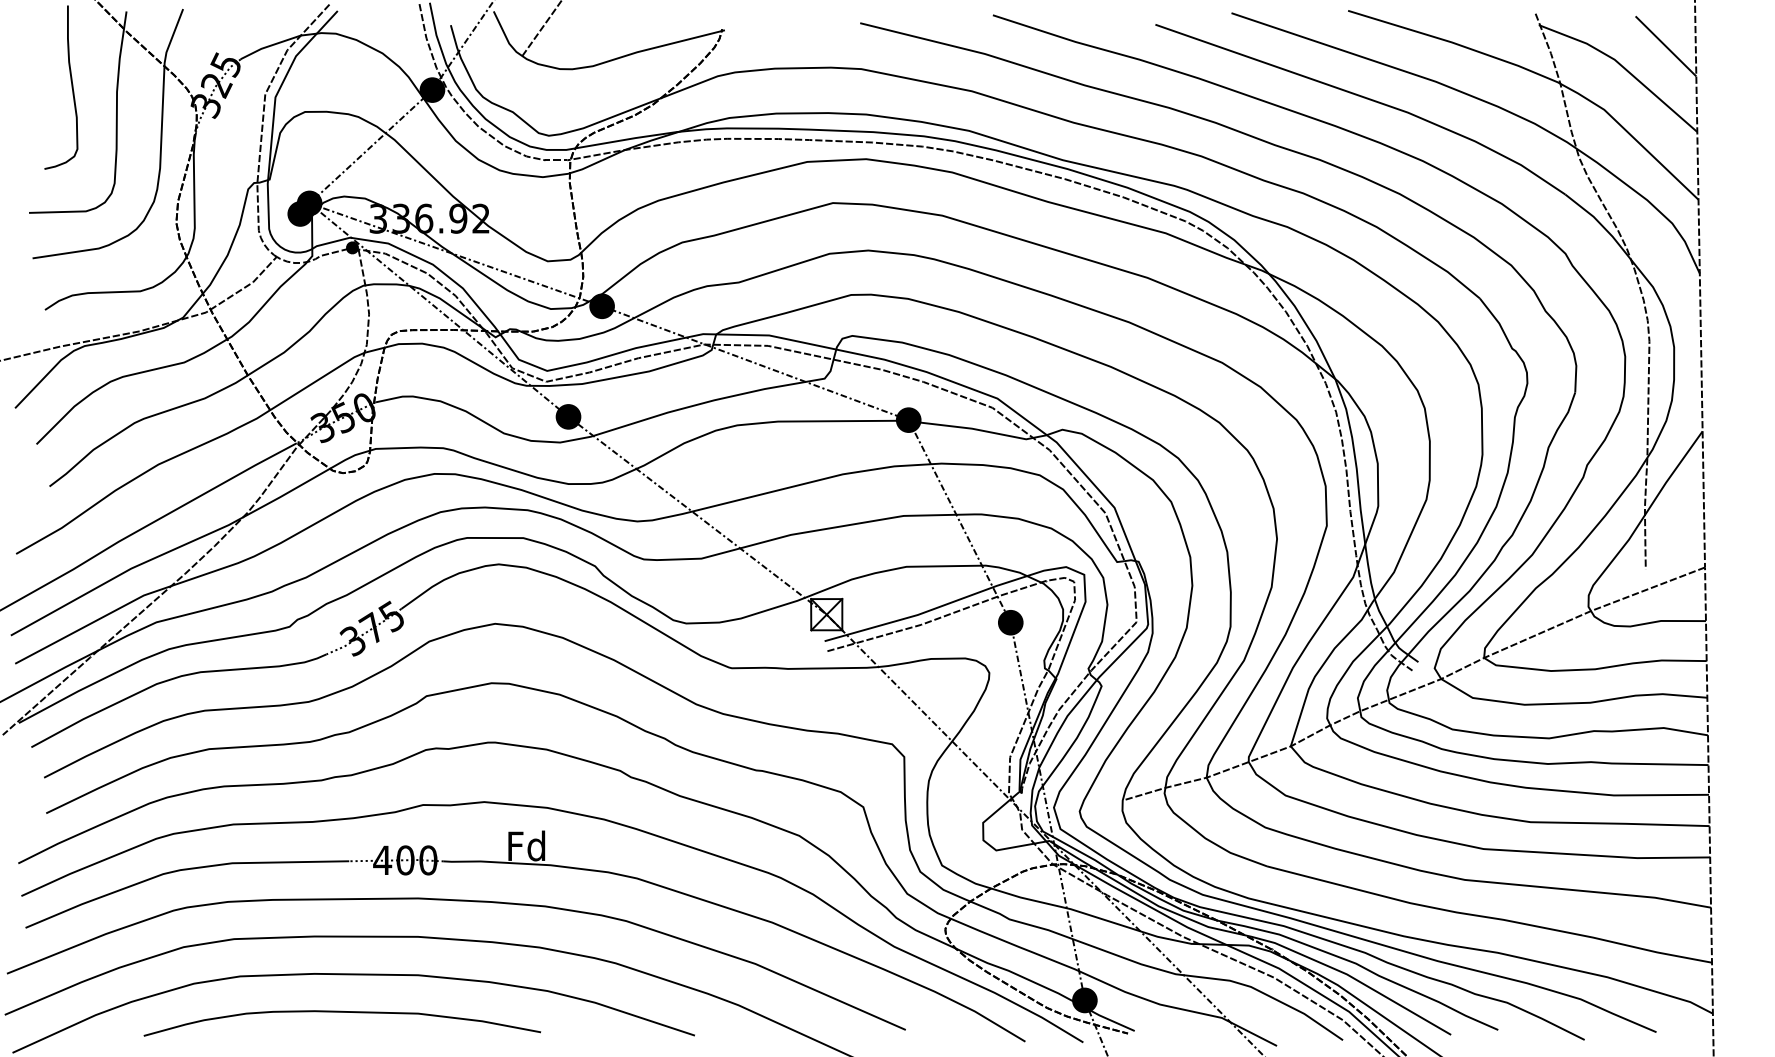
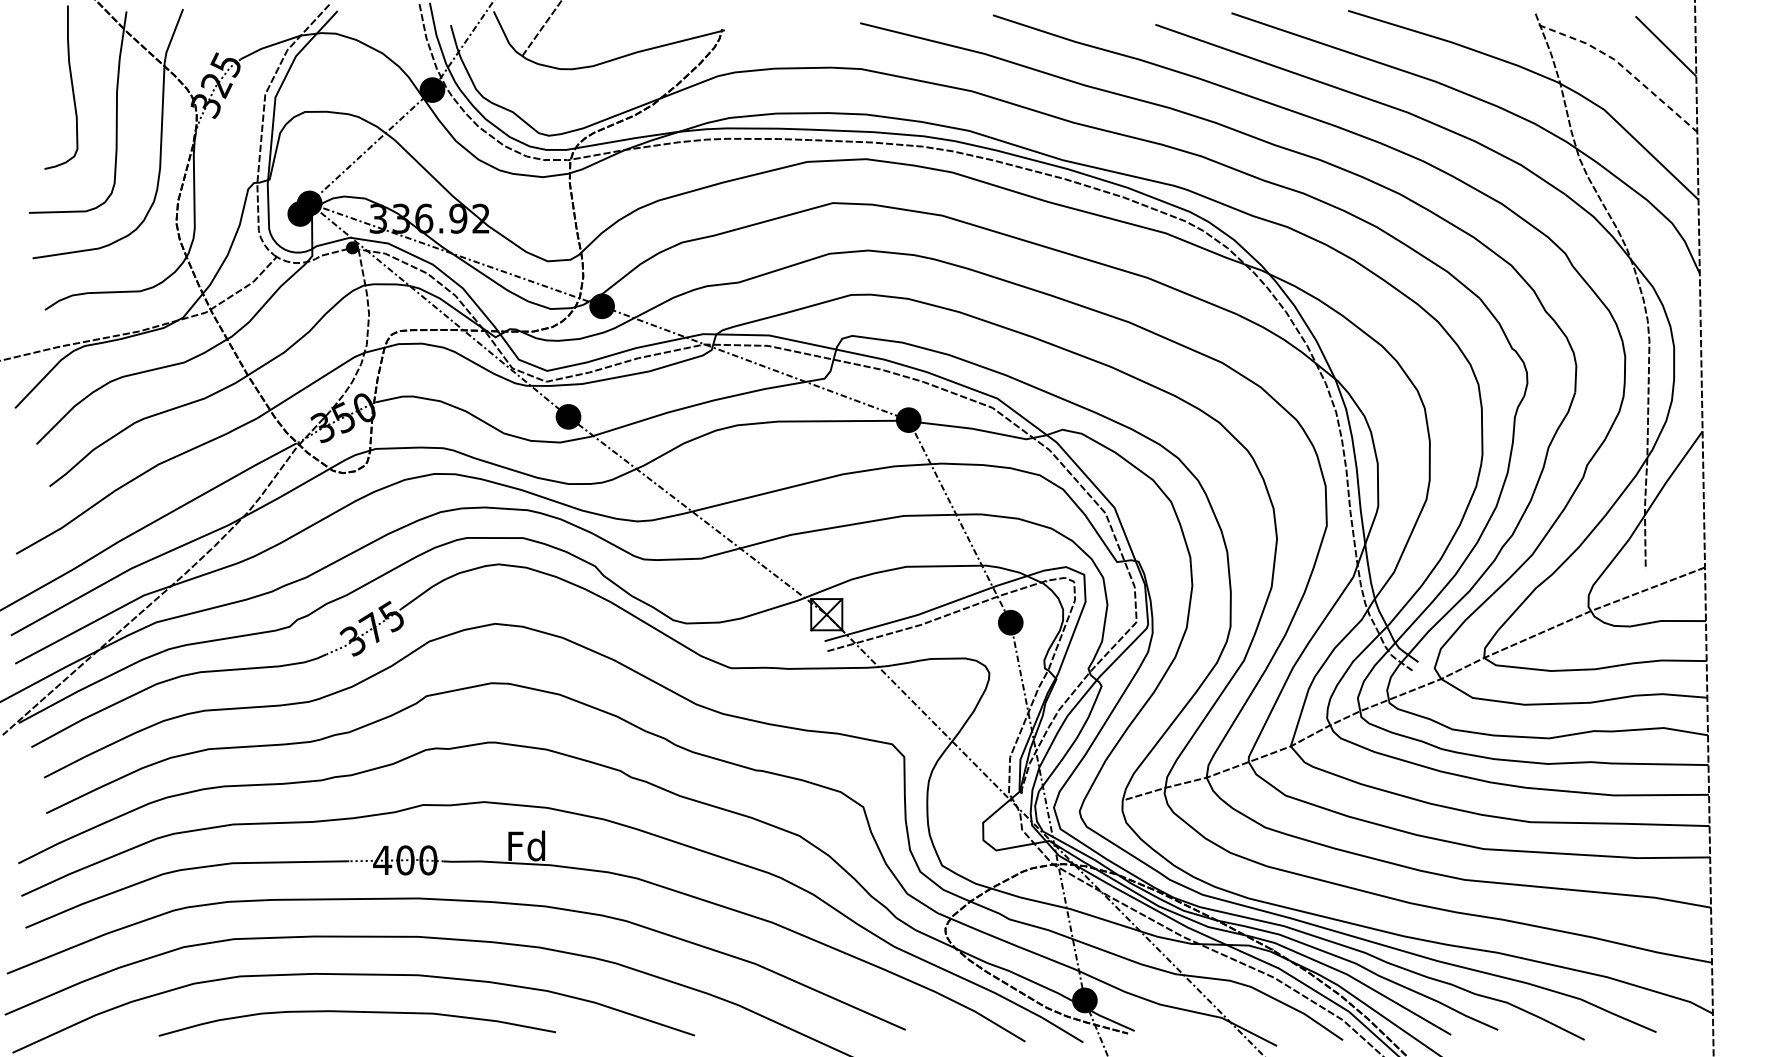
line at (1623, 67): solid -> dashed
curve at (342, 1012) position: (342, 1012) -> (357, 1012)
